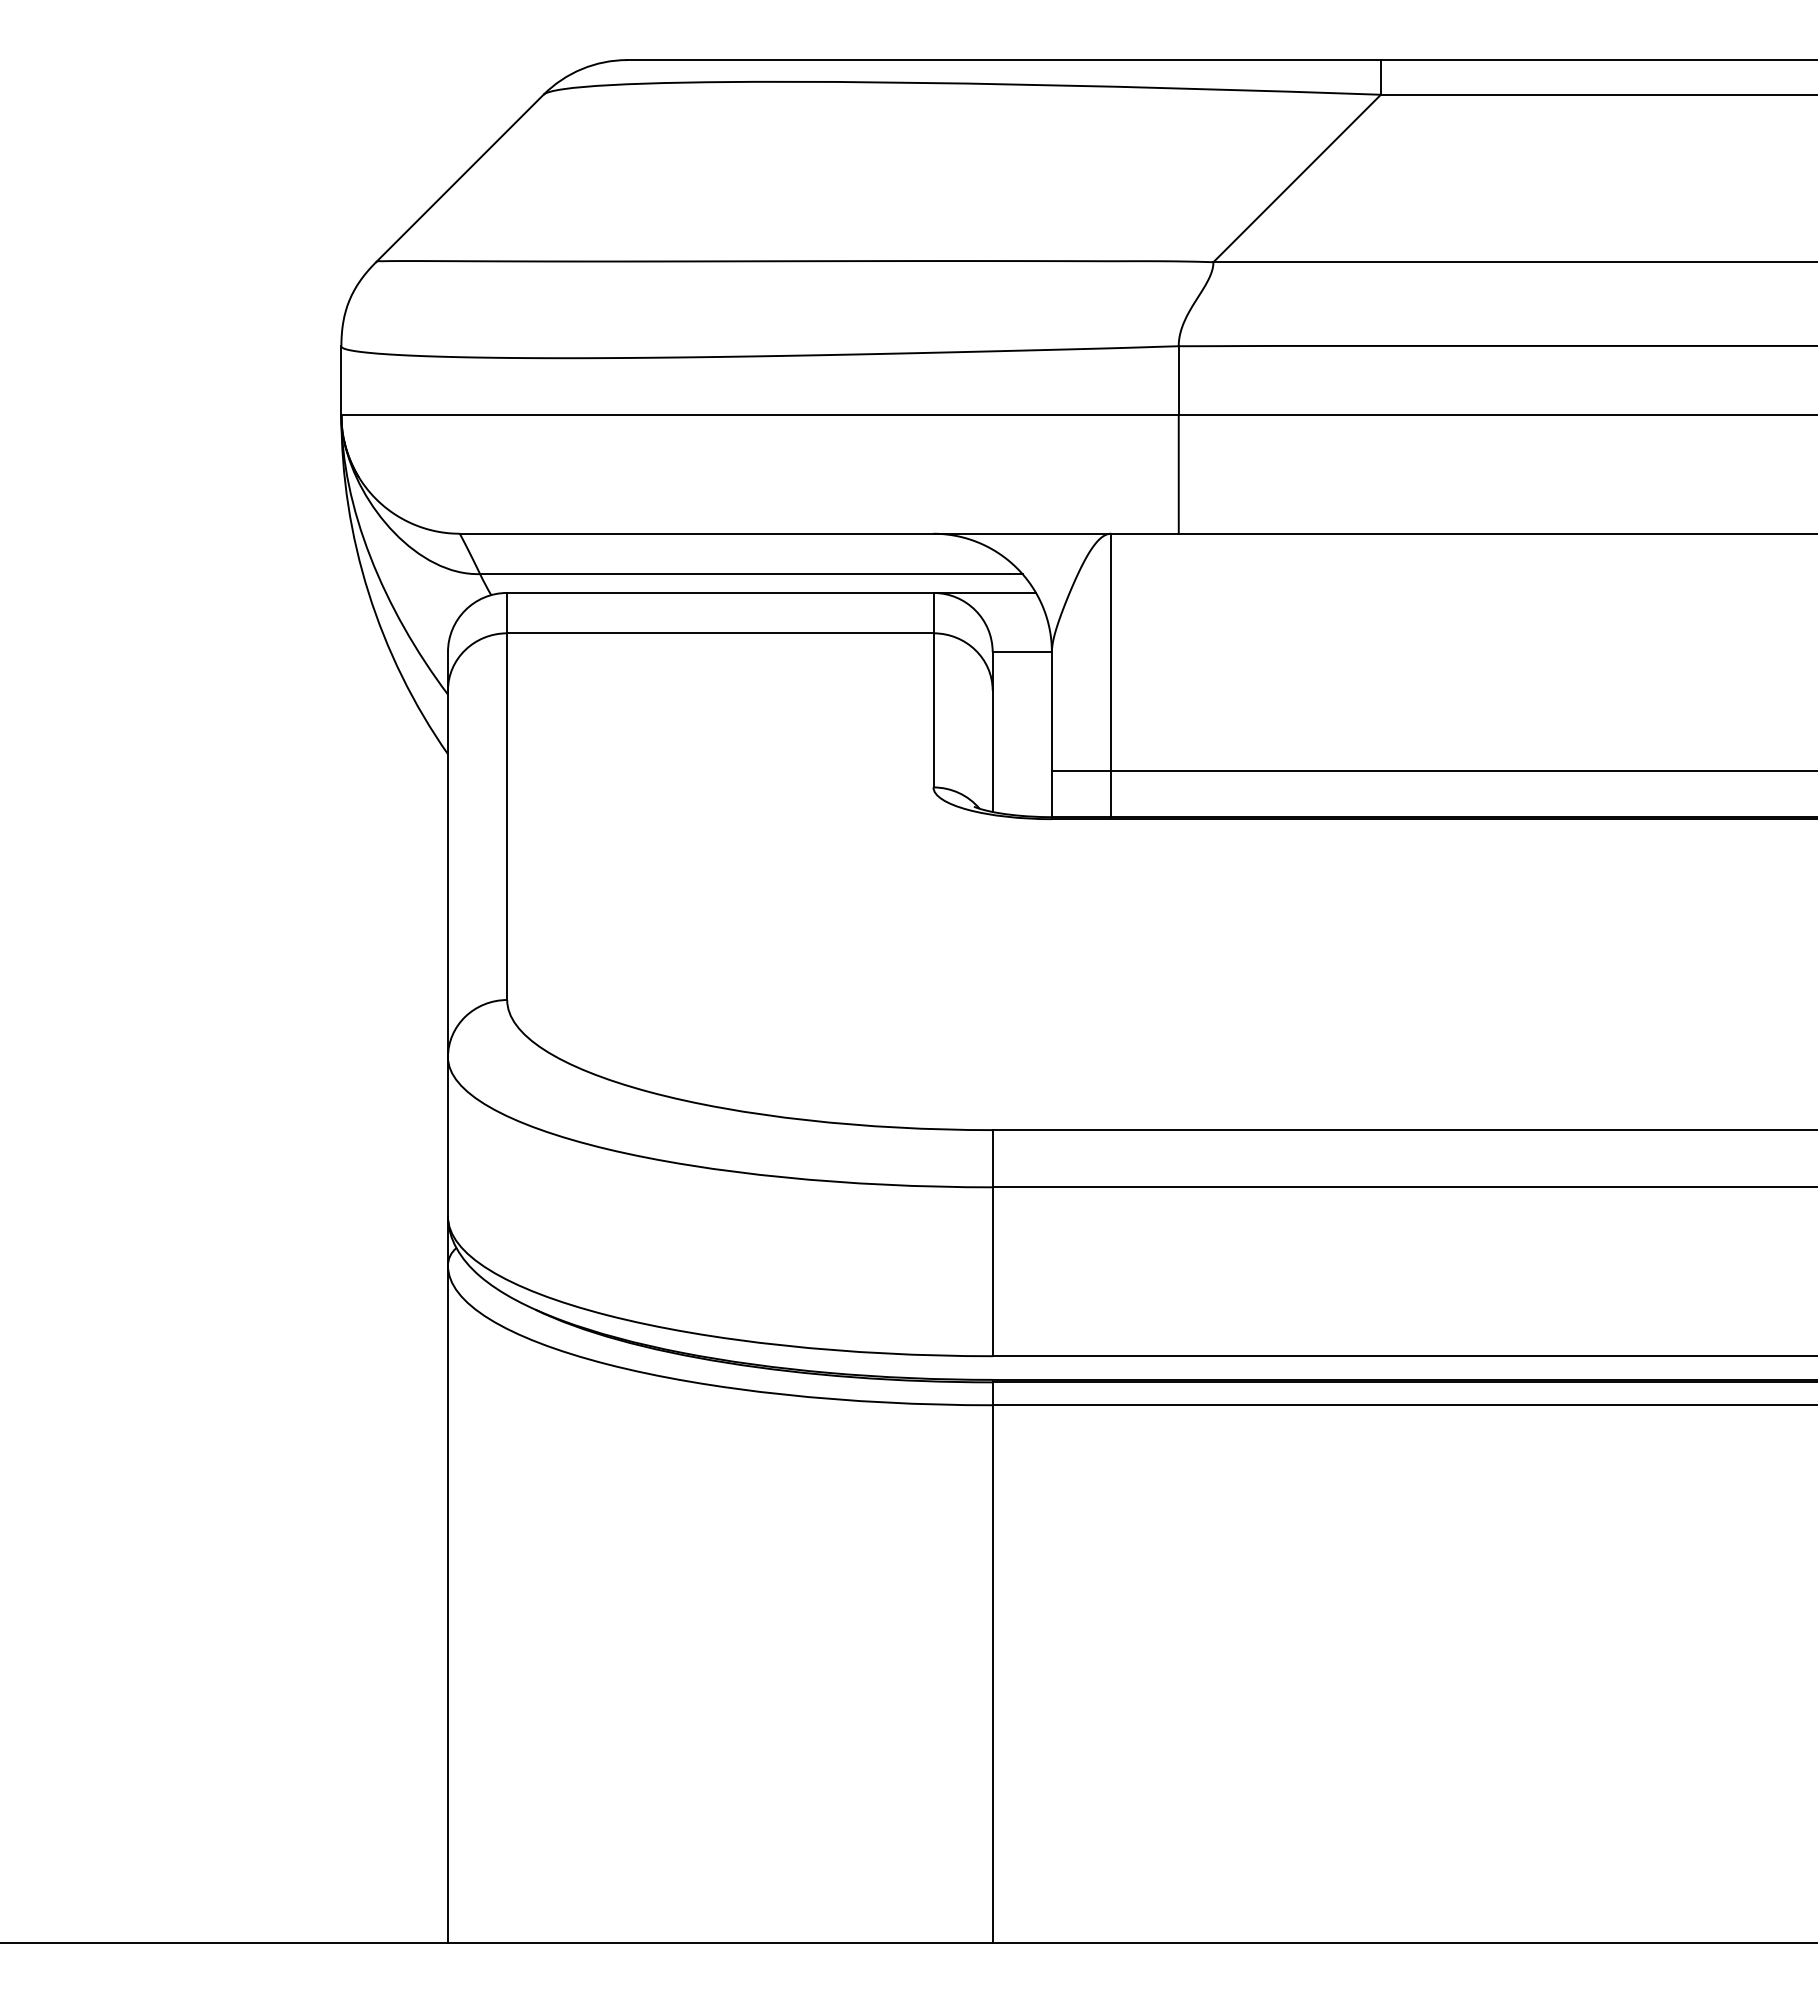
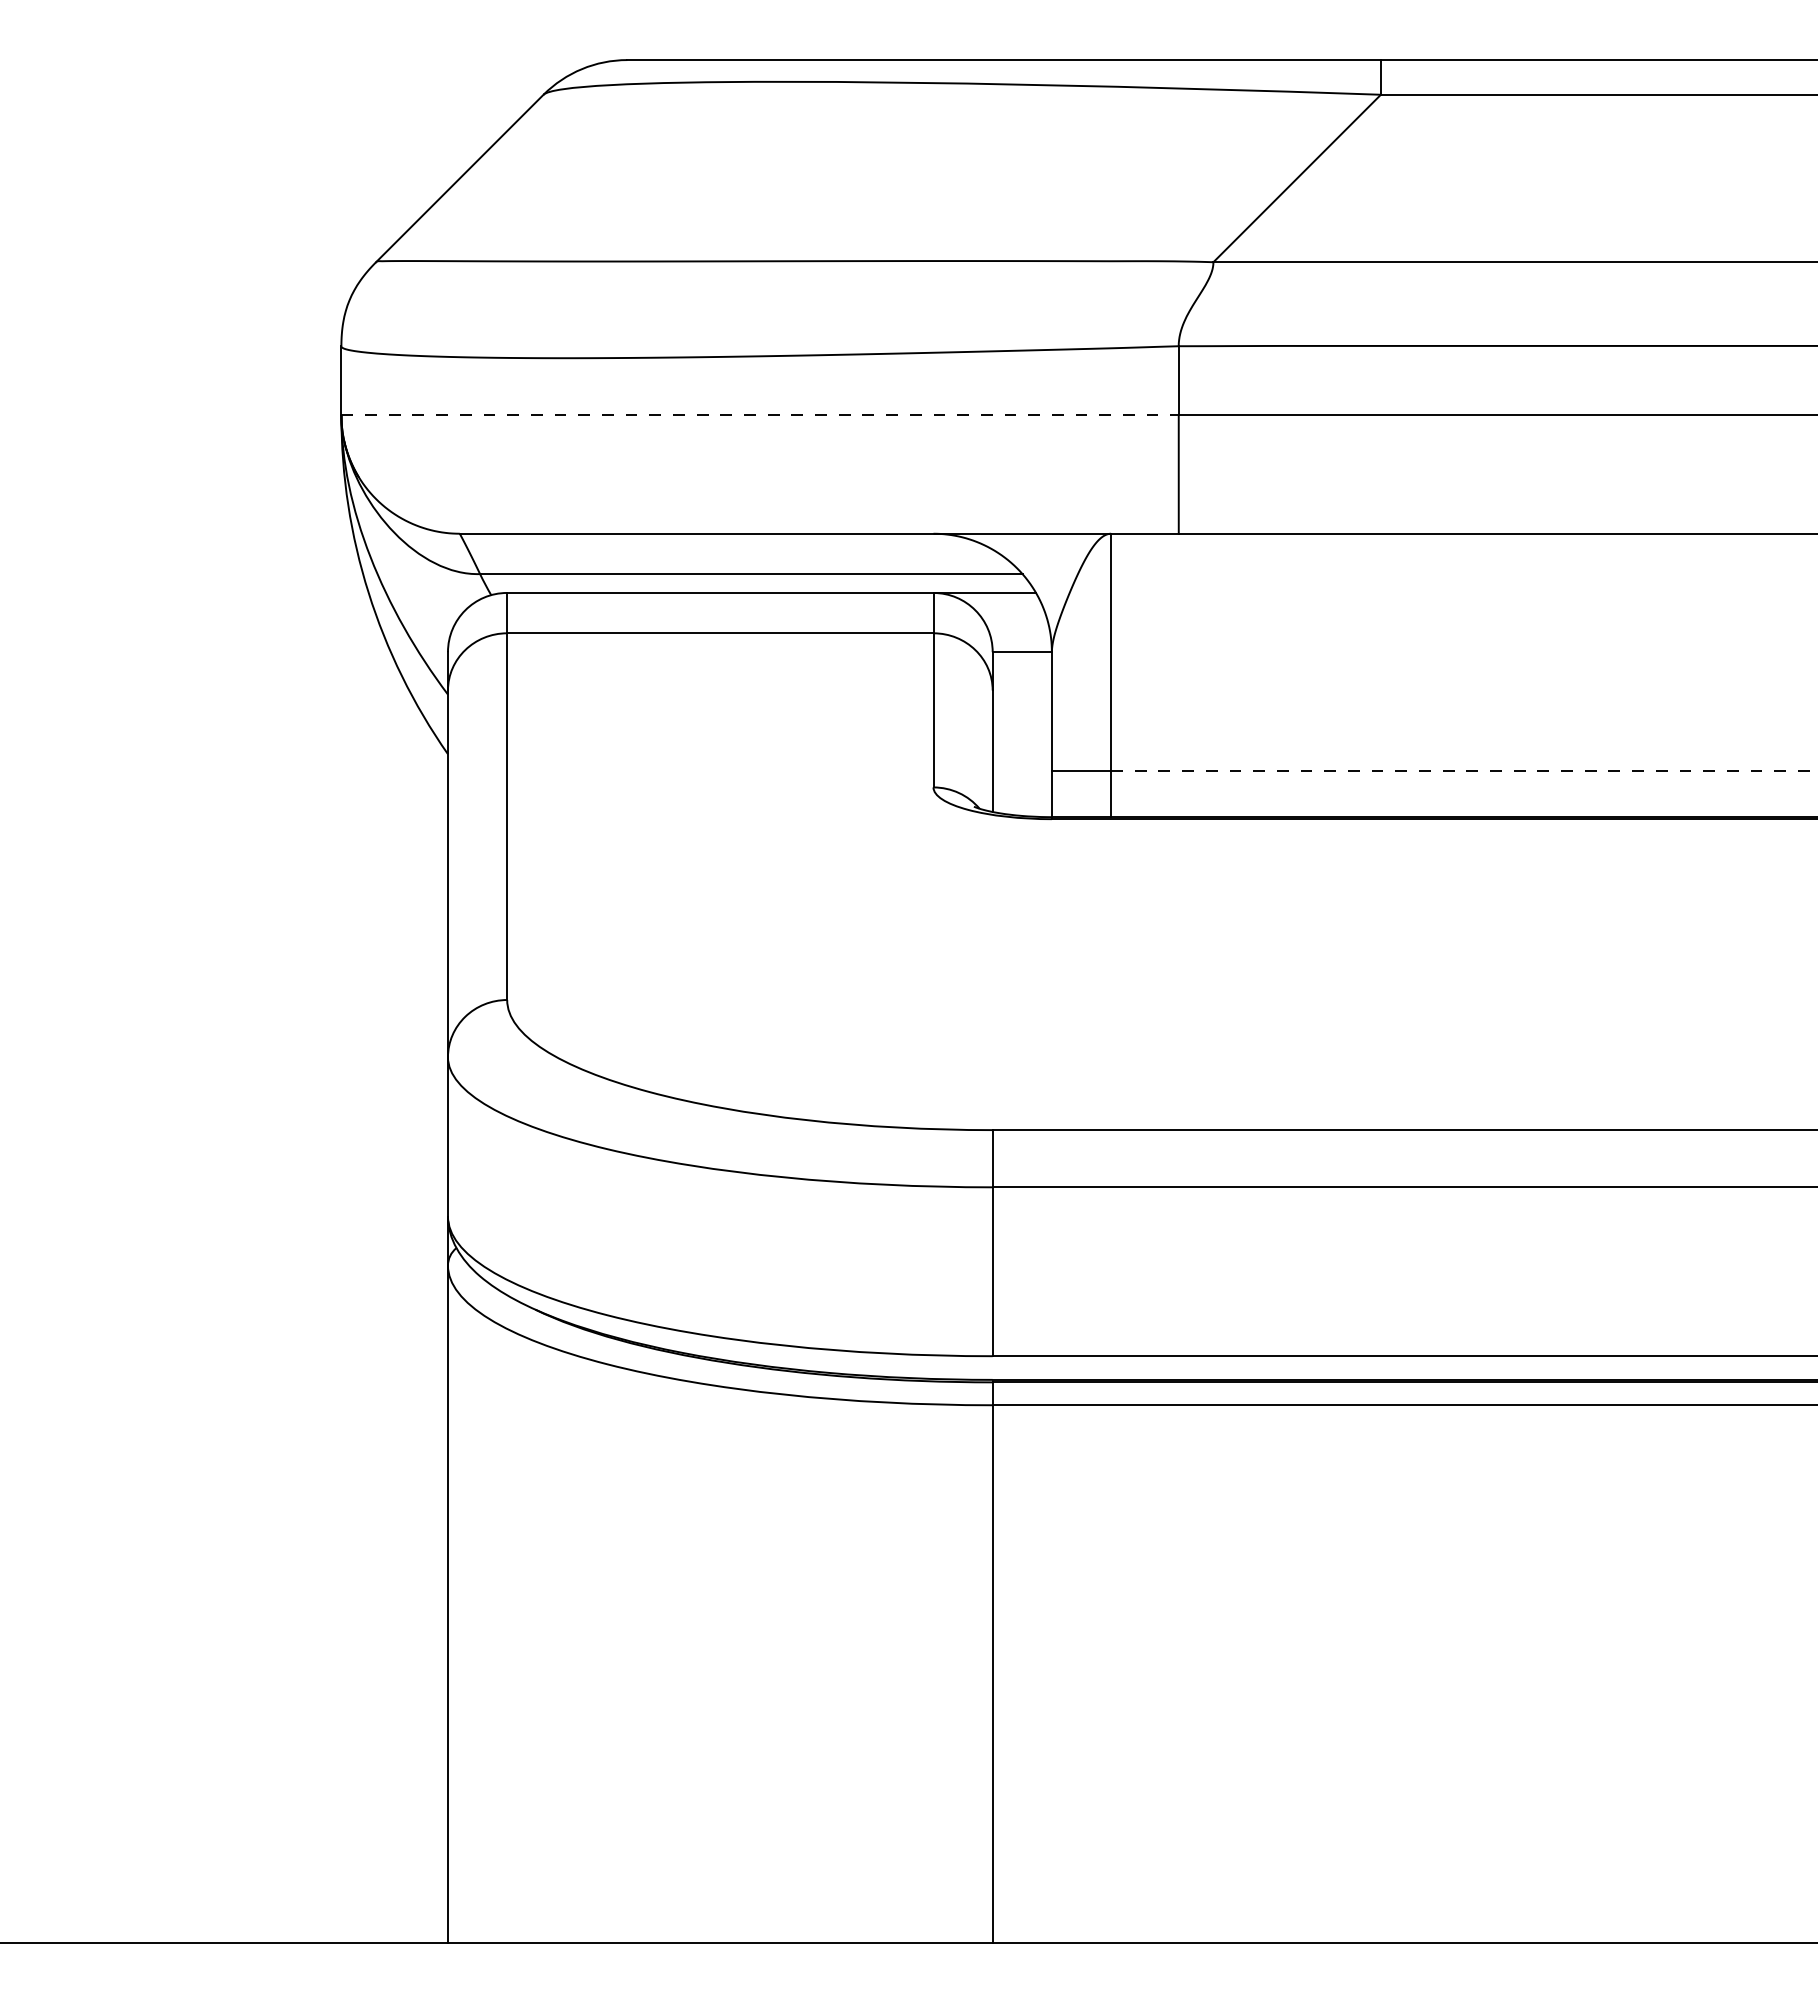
line at (760, 415): solid -> dashed
line at (1464, 770): solid -> dashed
